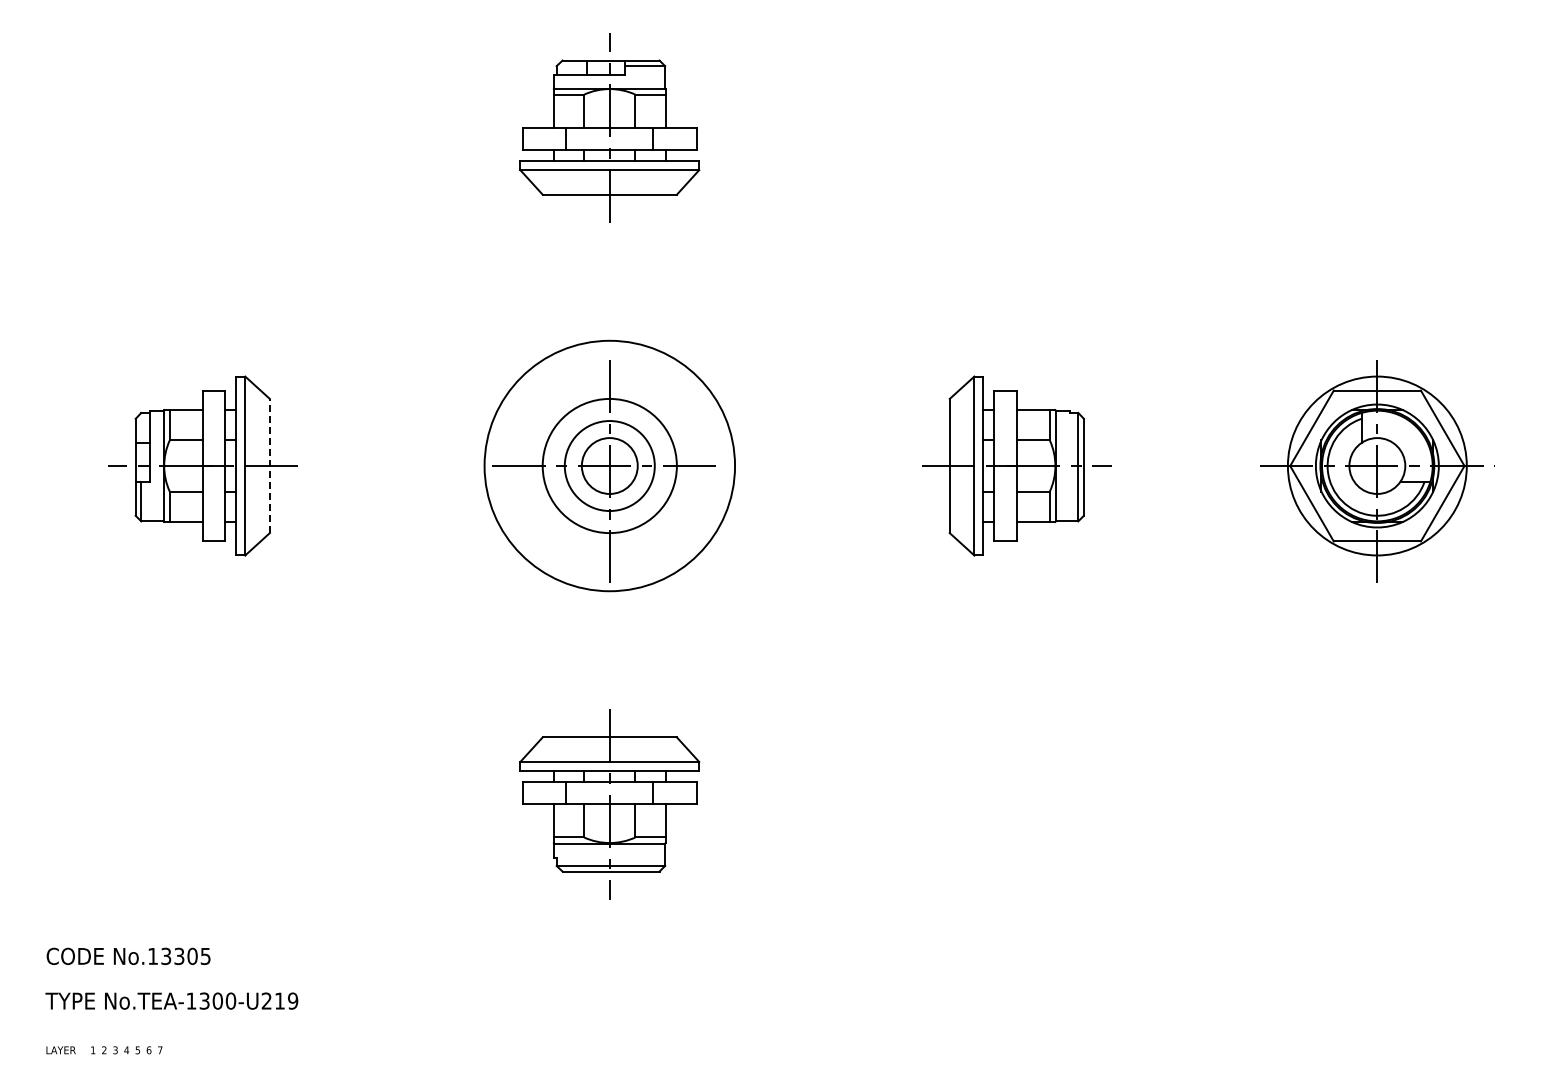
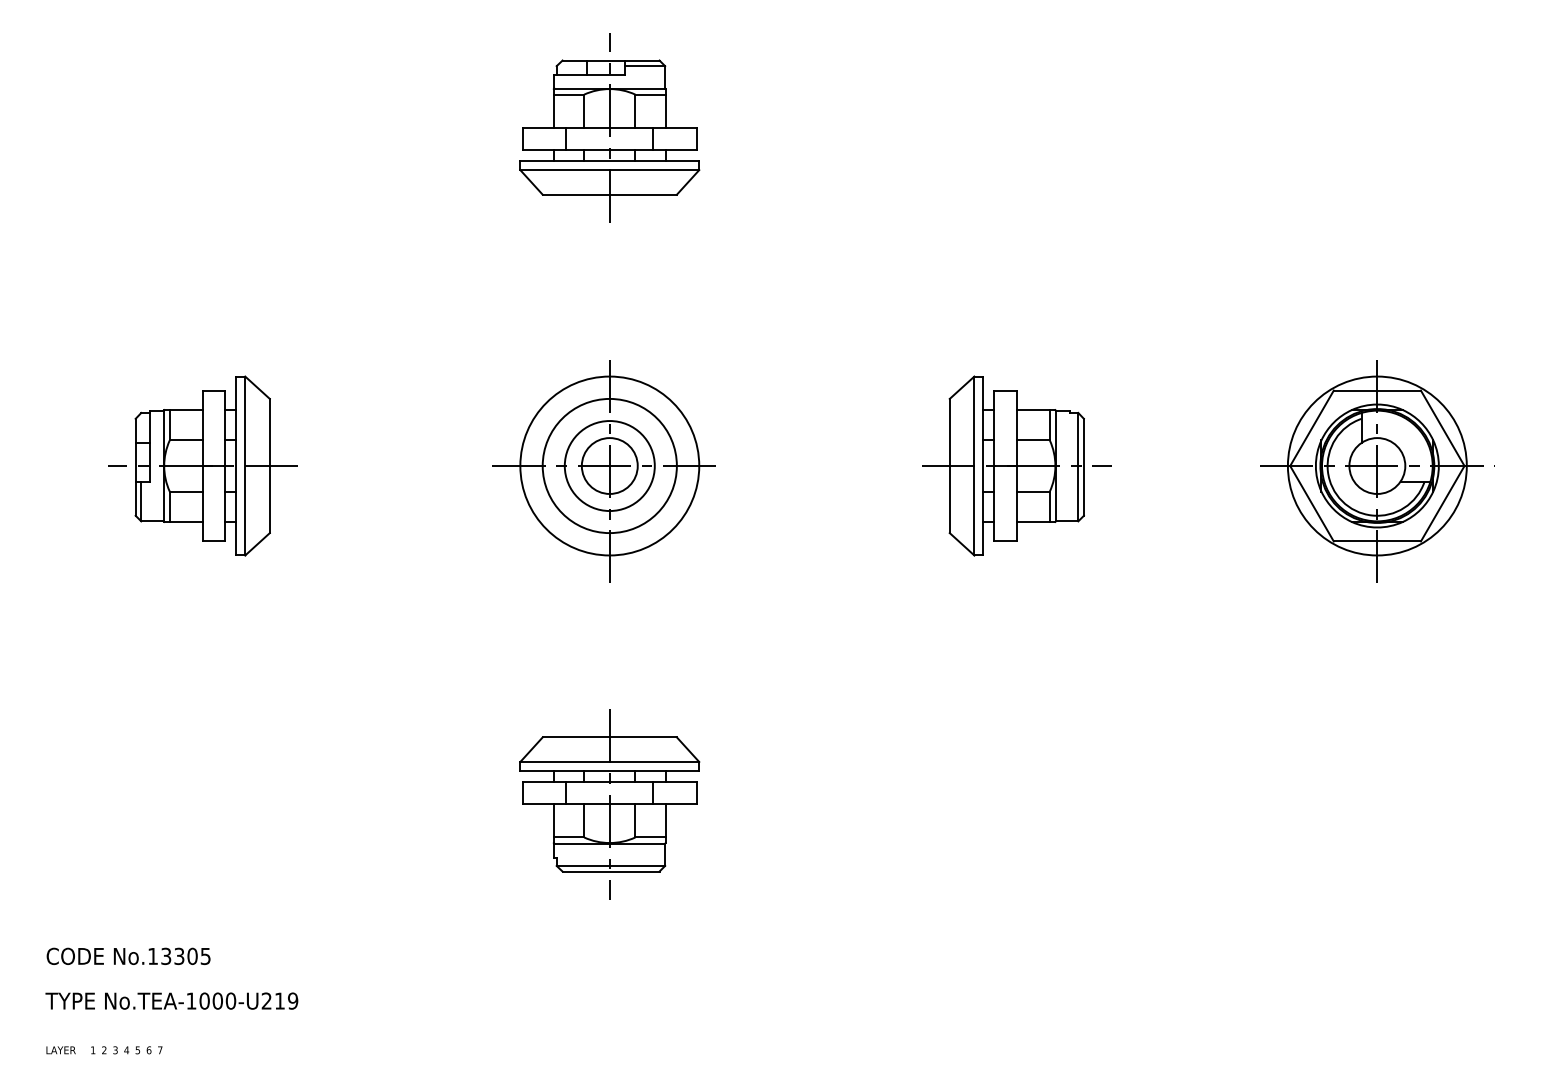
line at (269, 465): dashed -> solid
circle at (609, 465) diameter: 250 px -> 179 px
text at (204, 1000): No.TEA-1300-U219 -> No.TEA-1000-U219
